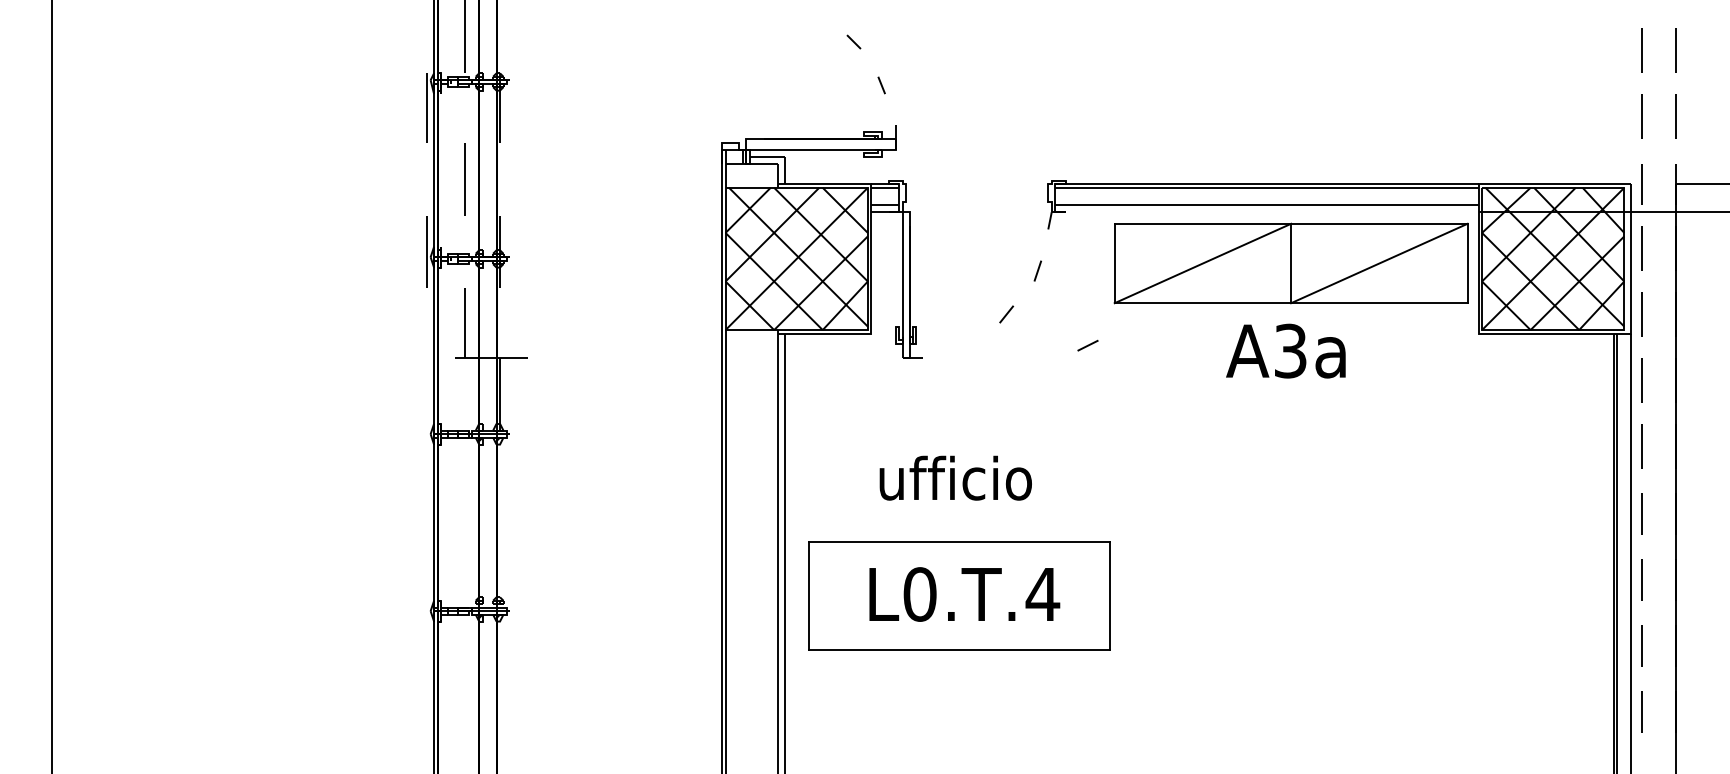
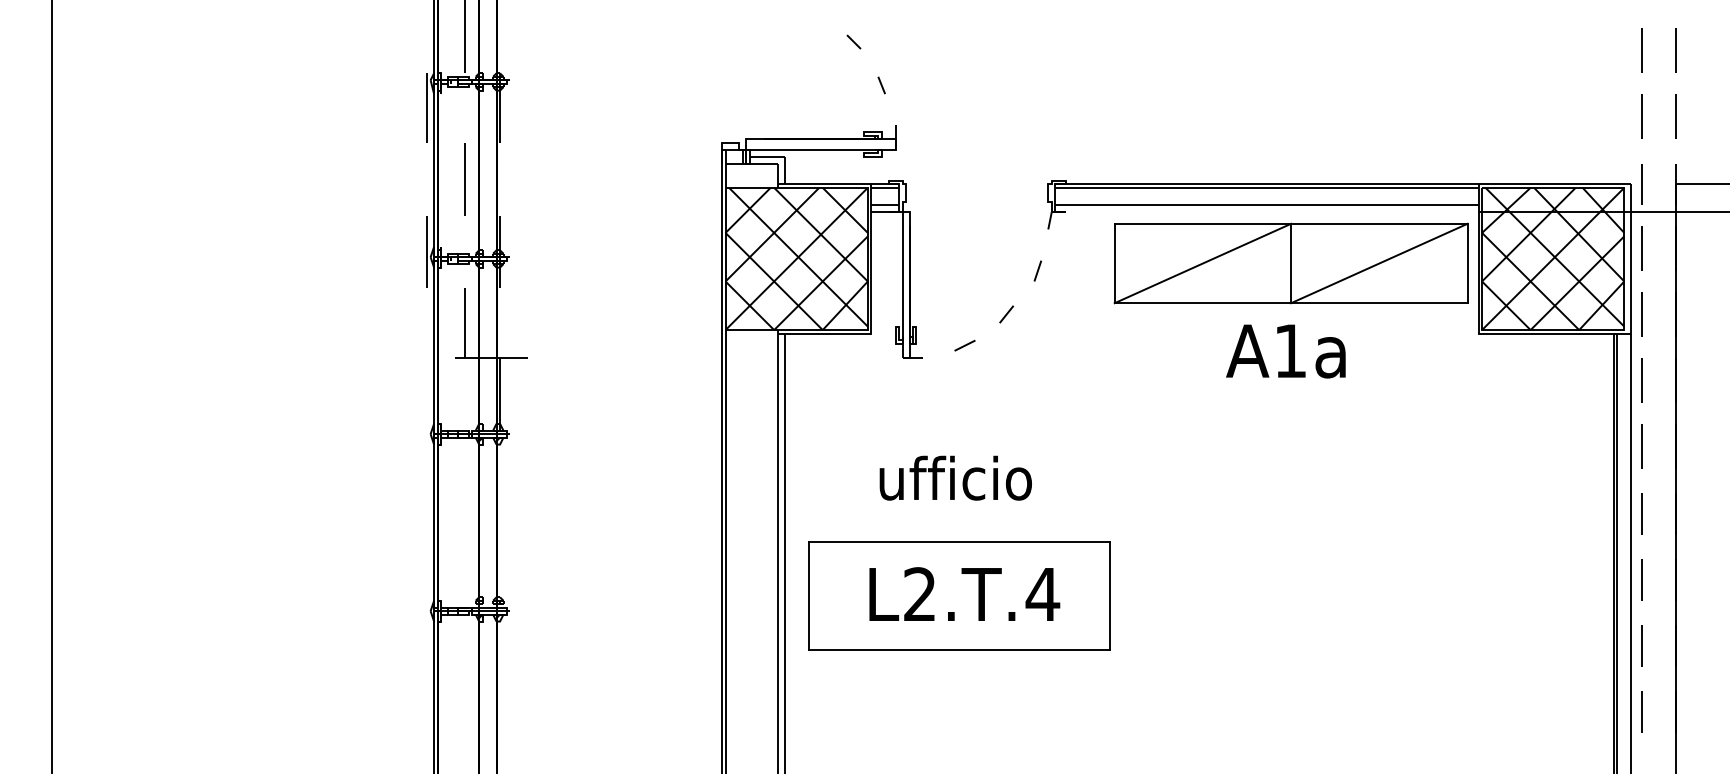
line at (1087, 345) position: (1087, 345) -> (964, 345)
text at (1290, 350): A3a -> A1a
text at (919, 594): L0.T.4 -> L2.T.4
